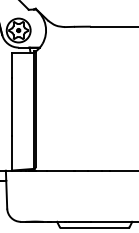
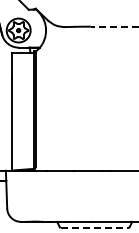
line at (114, 26): solid -> dashed
line at (95, 227): solid -> dashed
